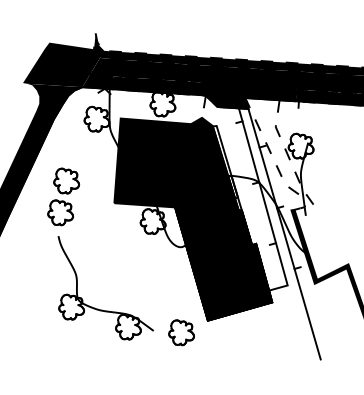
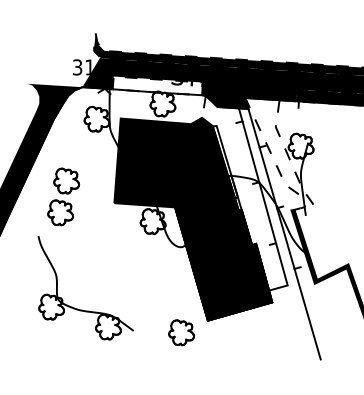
fill at (61, 64): present -> none
fill at (157, 85): present -> none
part at (98, 308) position: (98, 308) -> (78, 308)
